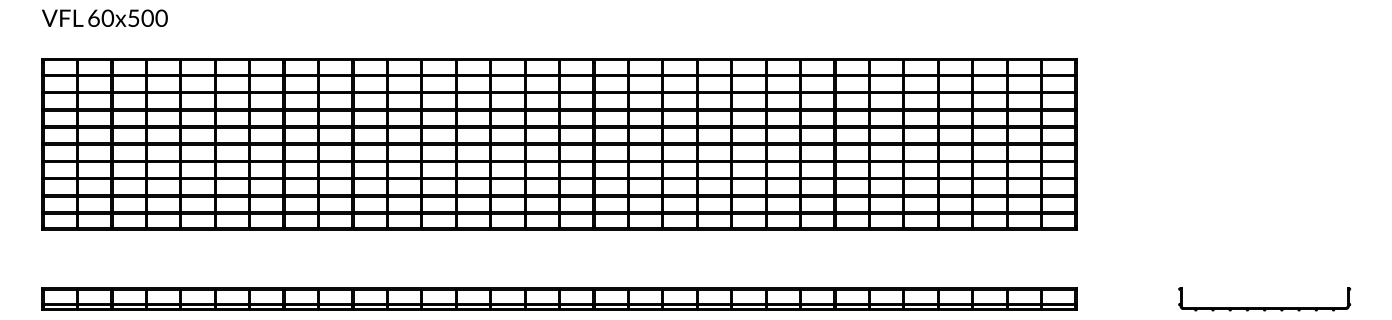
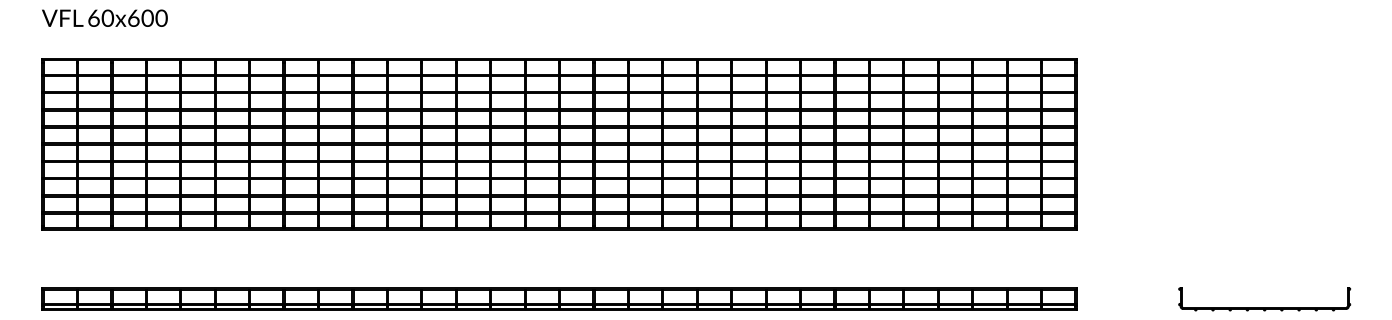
text at (133, 17): 60x500 -> 60x600
